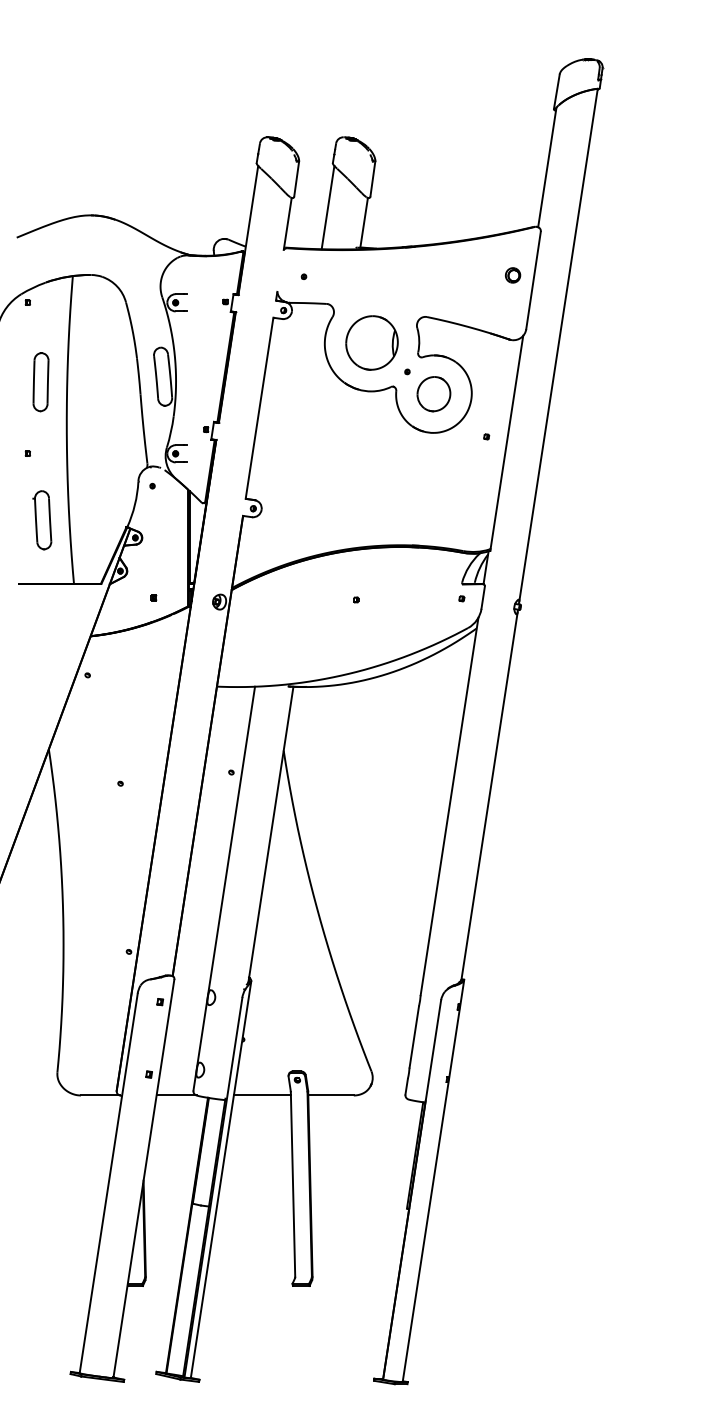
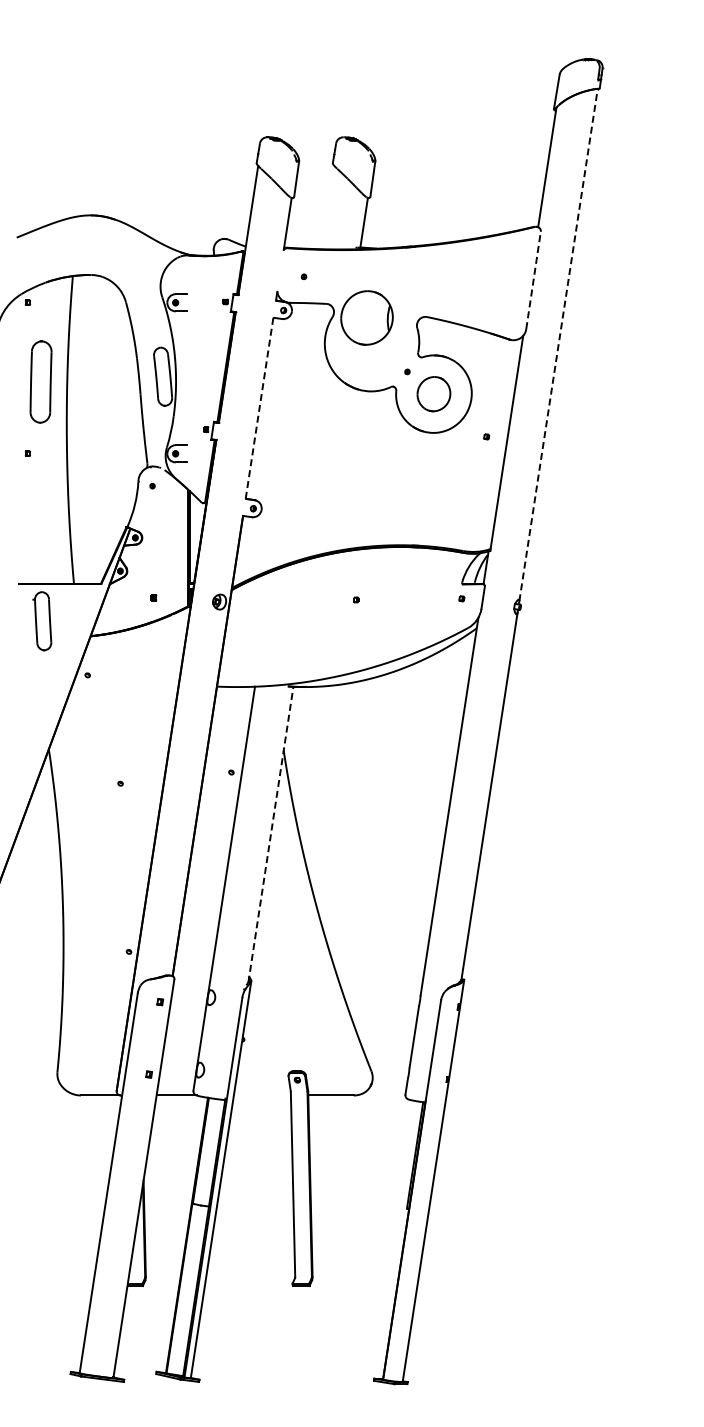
line at (327, 207): present -> none
part at (513, 275): present -> none
line at (533, 279): solid -> dashed
part at (371, 342) position: (371, 342) -> (366, 317)
line at (558, 344): solid -> dashed
part at (40, 382) size: 18x61 px -> 24x84 px
line at (259, 408): solid -> dashed
part at (42, 520) position: (42, 520) -> (42, 621)
line at (270, 834): solid -> dashed
line at (261, 1095): present -> none
